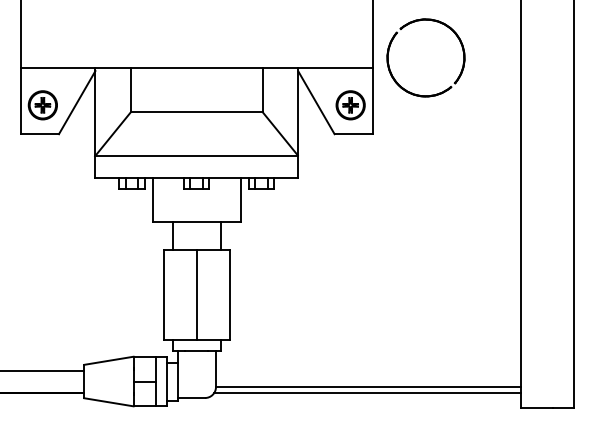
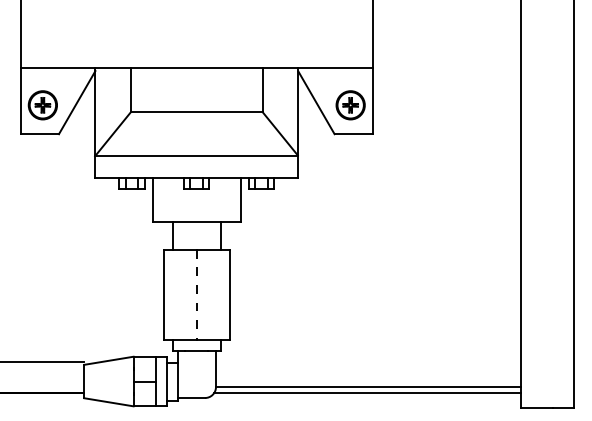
part at (402, 29): present -> none
line at (196, 295): solid -> dashed
line at (43, 370) position: (43, 370) -> (43, 361)
